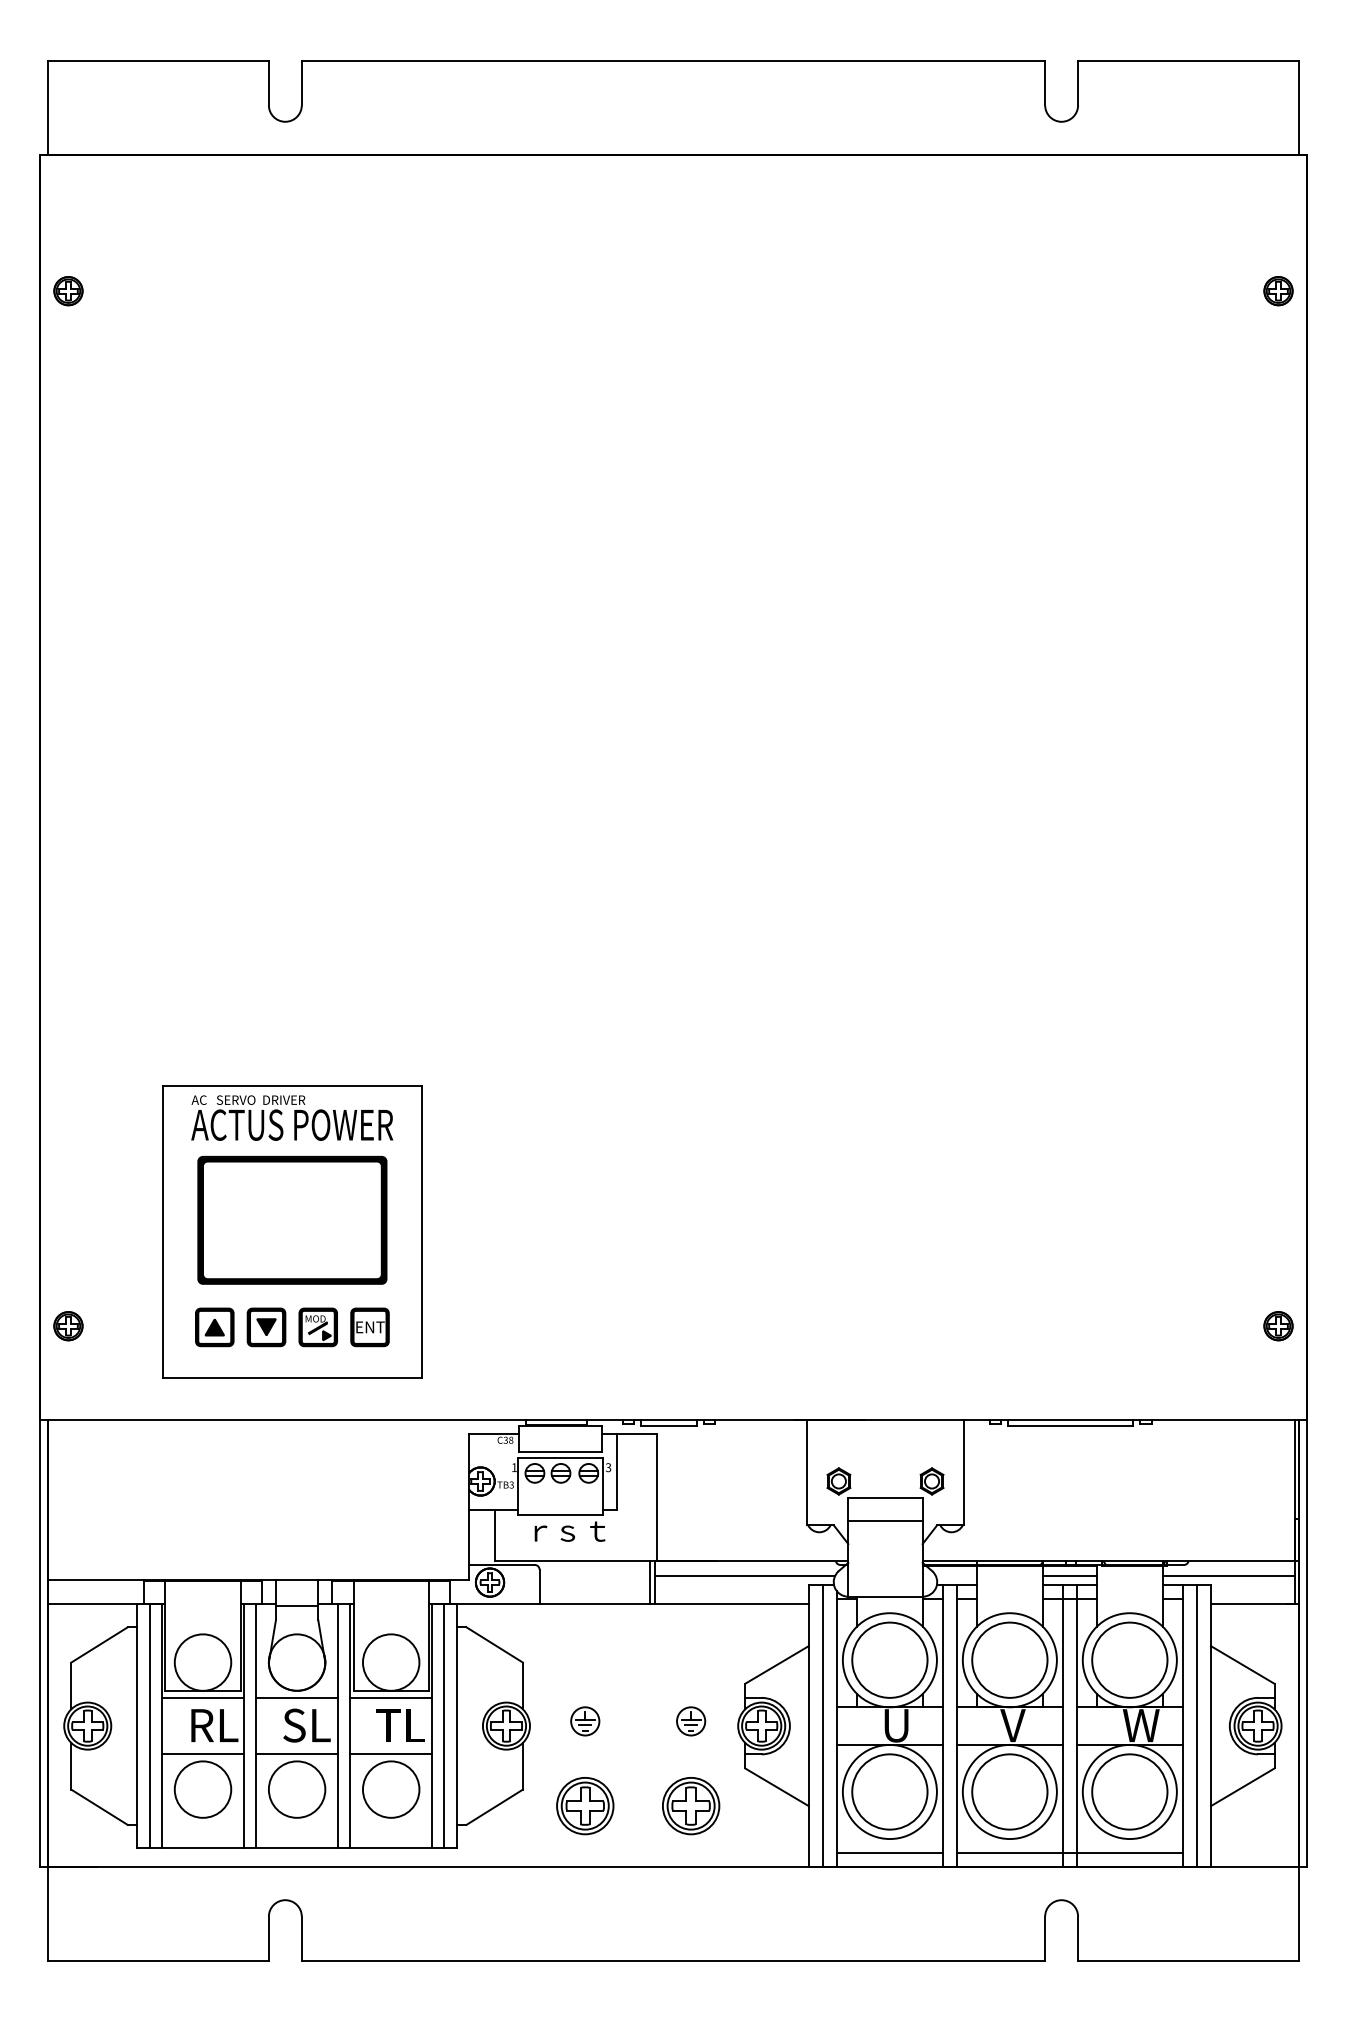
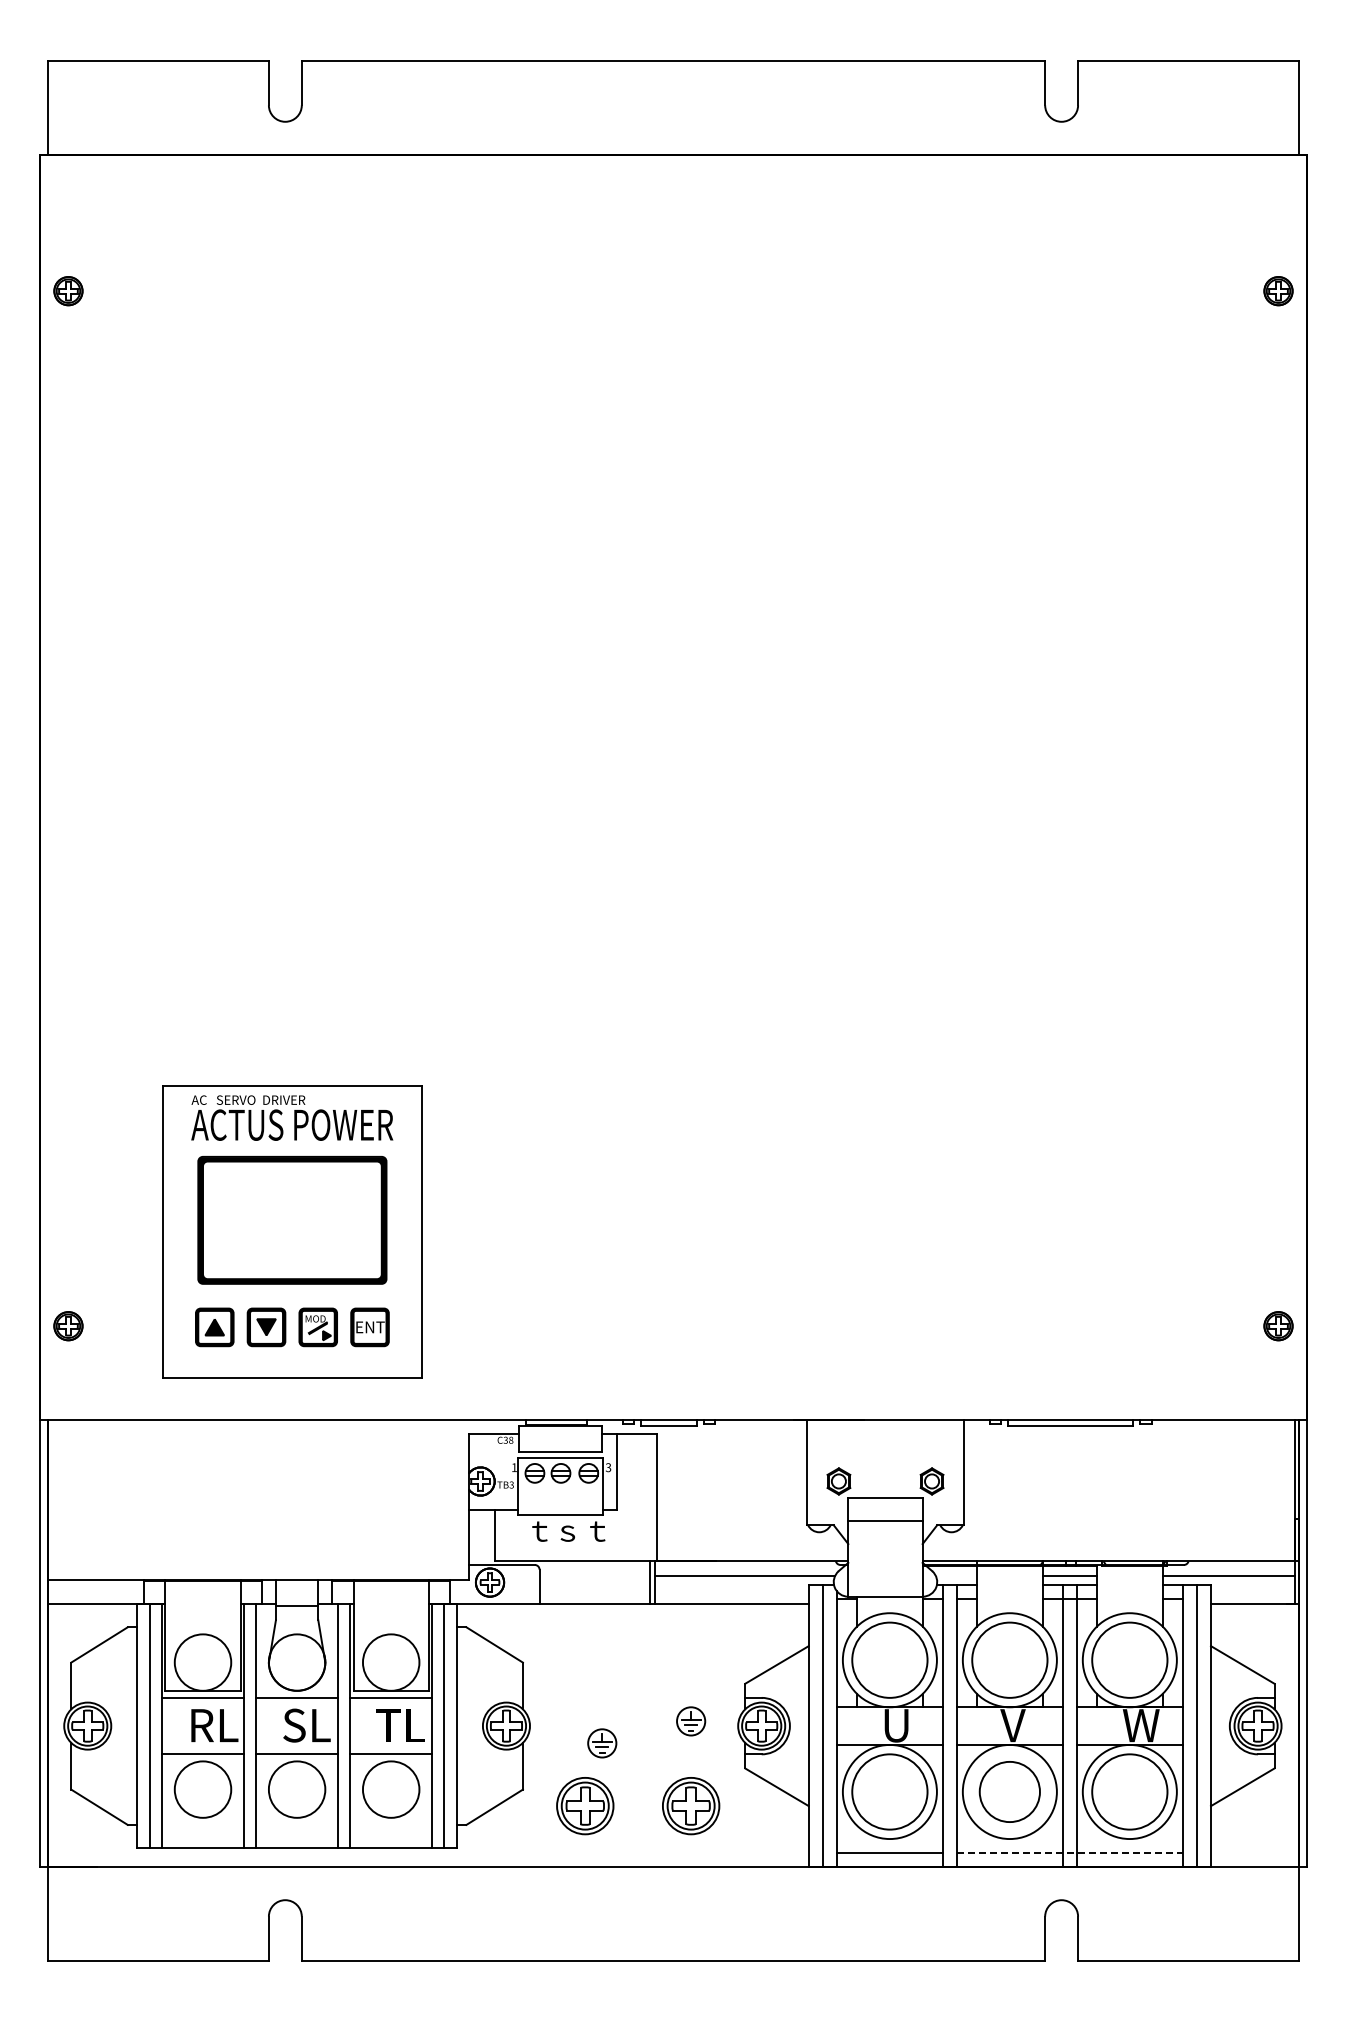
text at (539, 1531): ｒ -> ｔ
part at (585, 1721) position: (585, 1721) -> (602, 1743)
circle at (1009, 1791) diameter: 75 px -> 60 px
line at (1069, 1853): solid -> dashed
